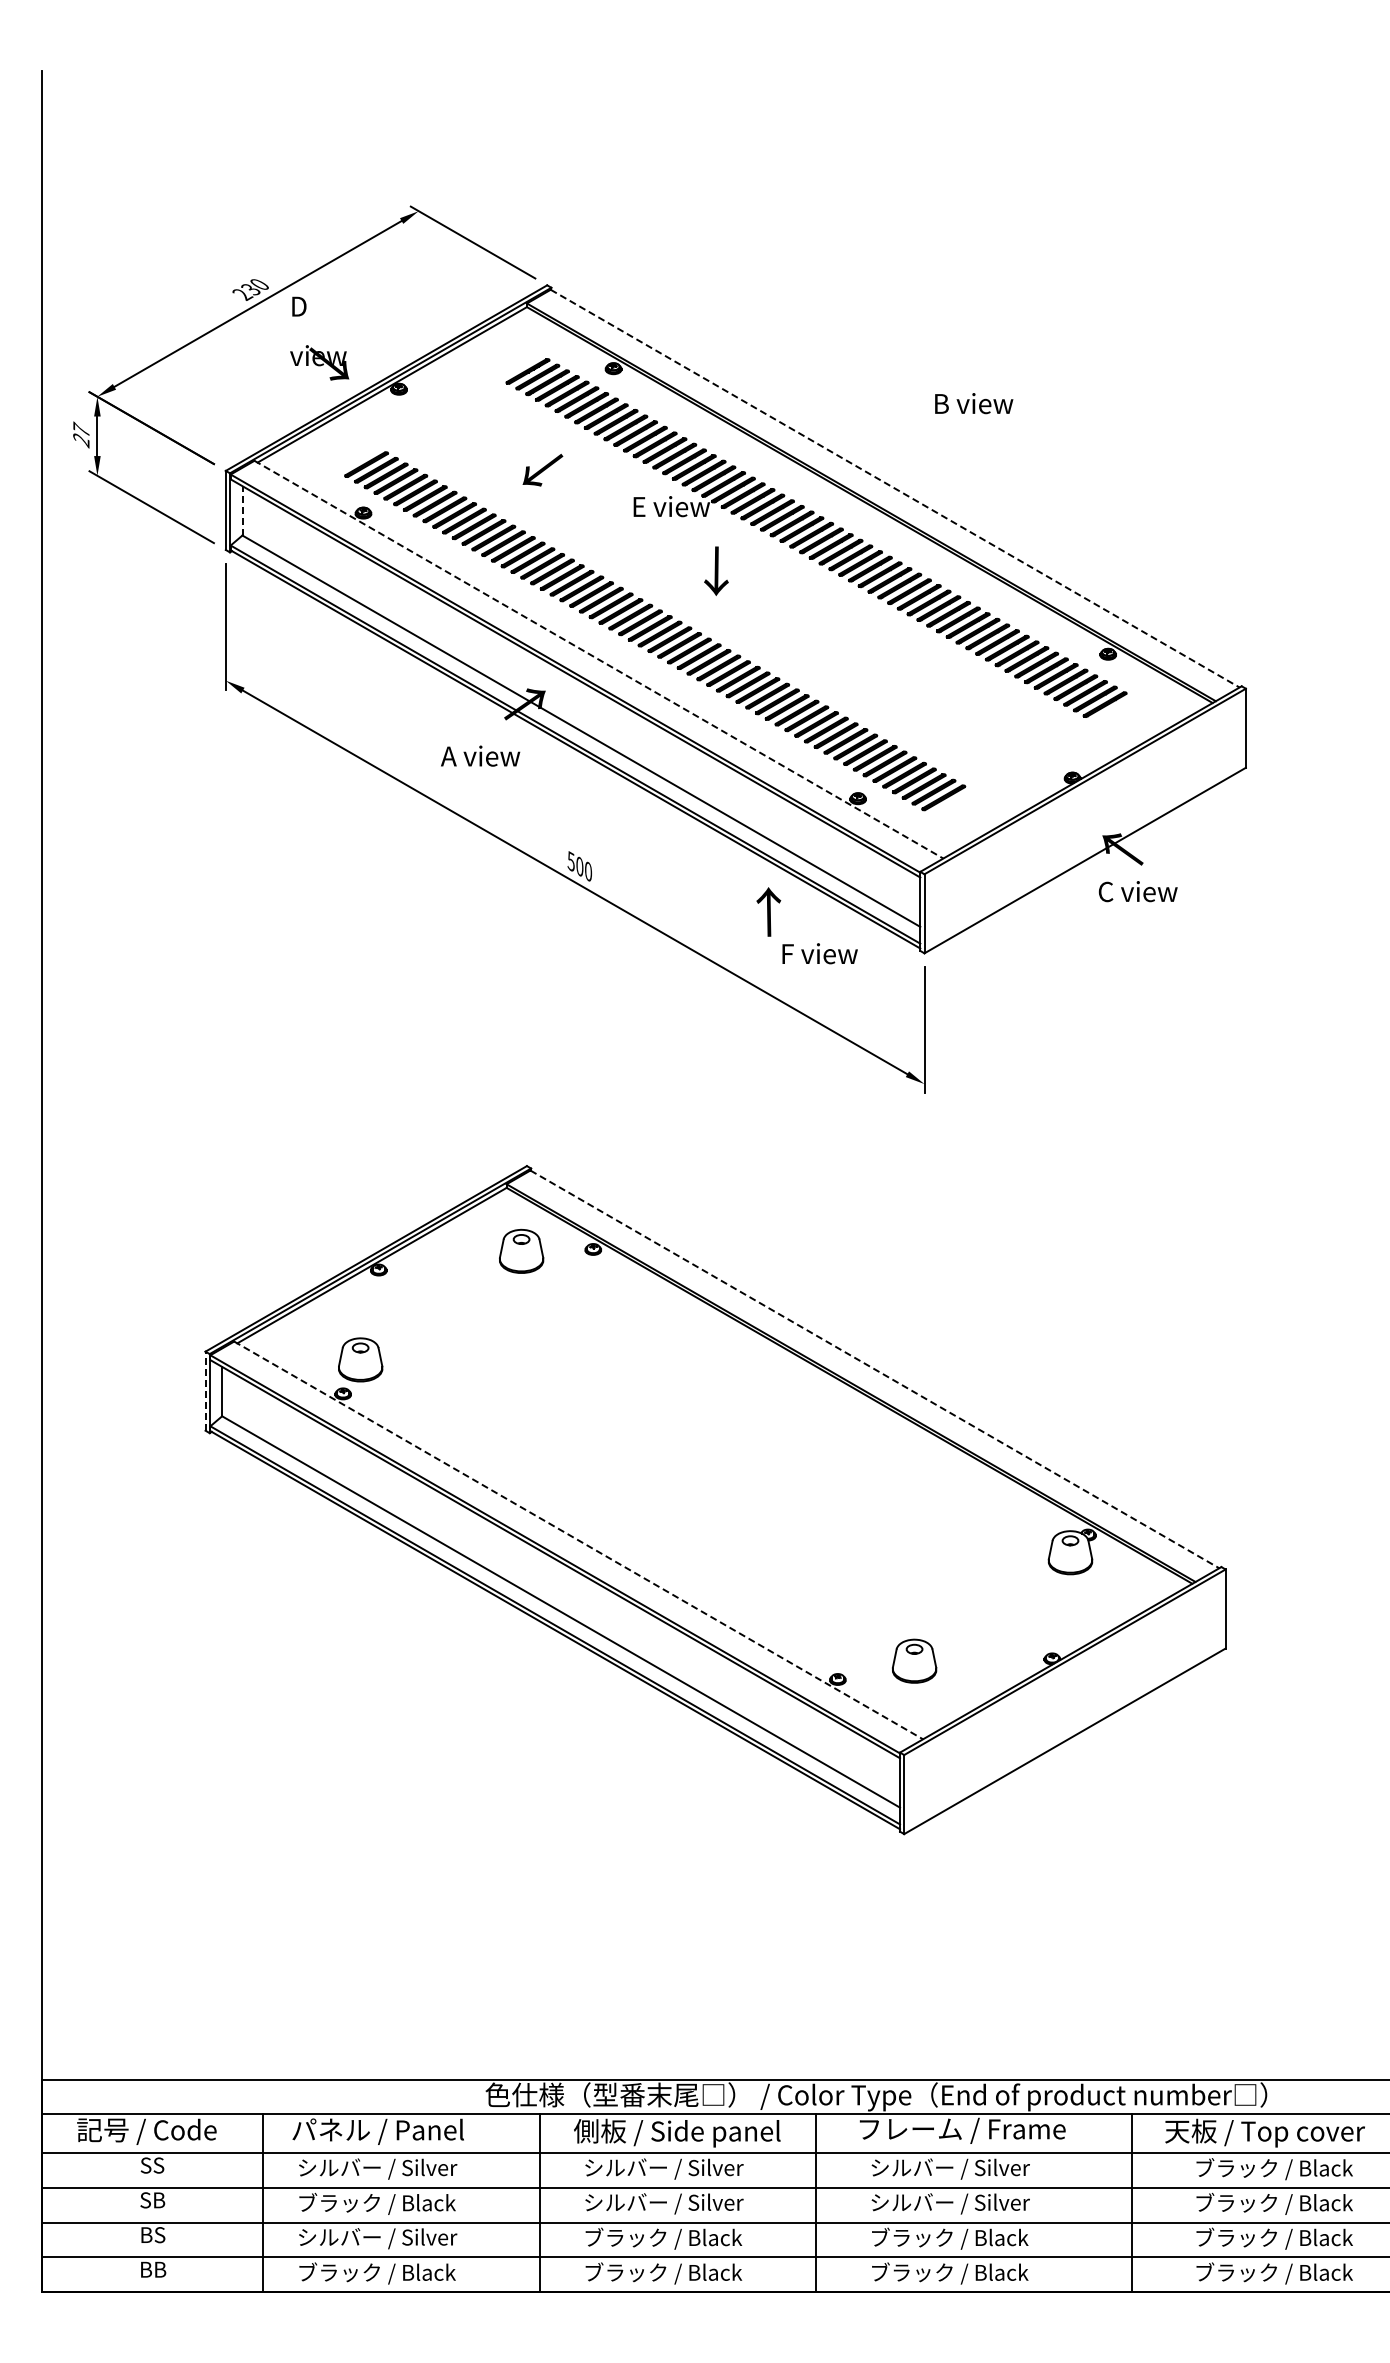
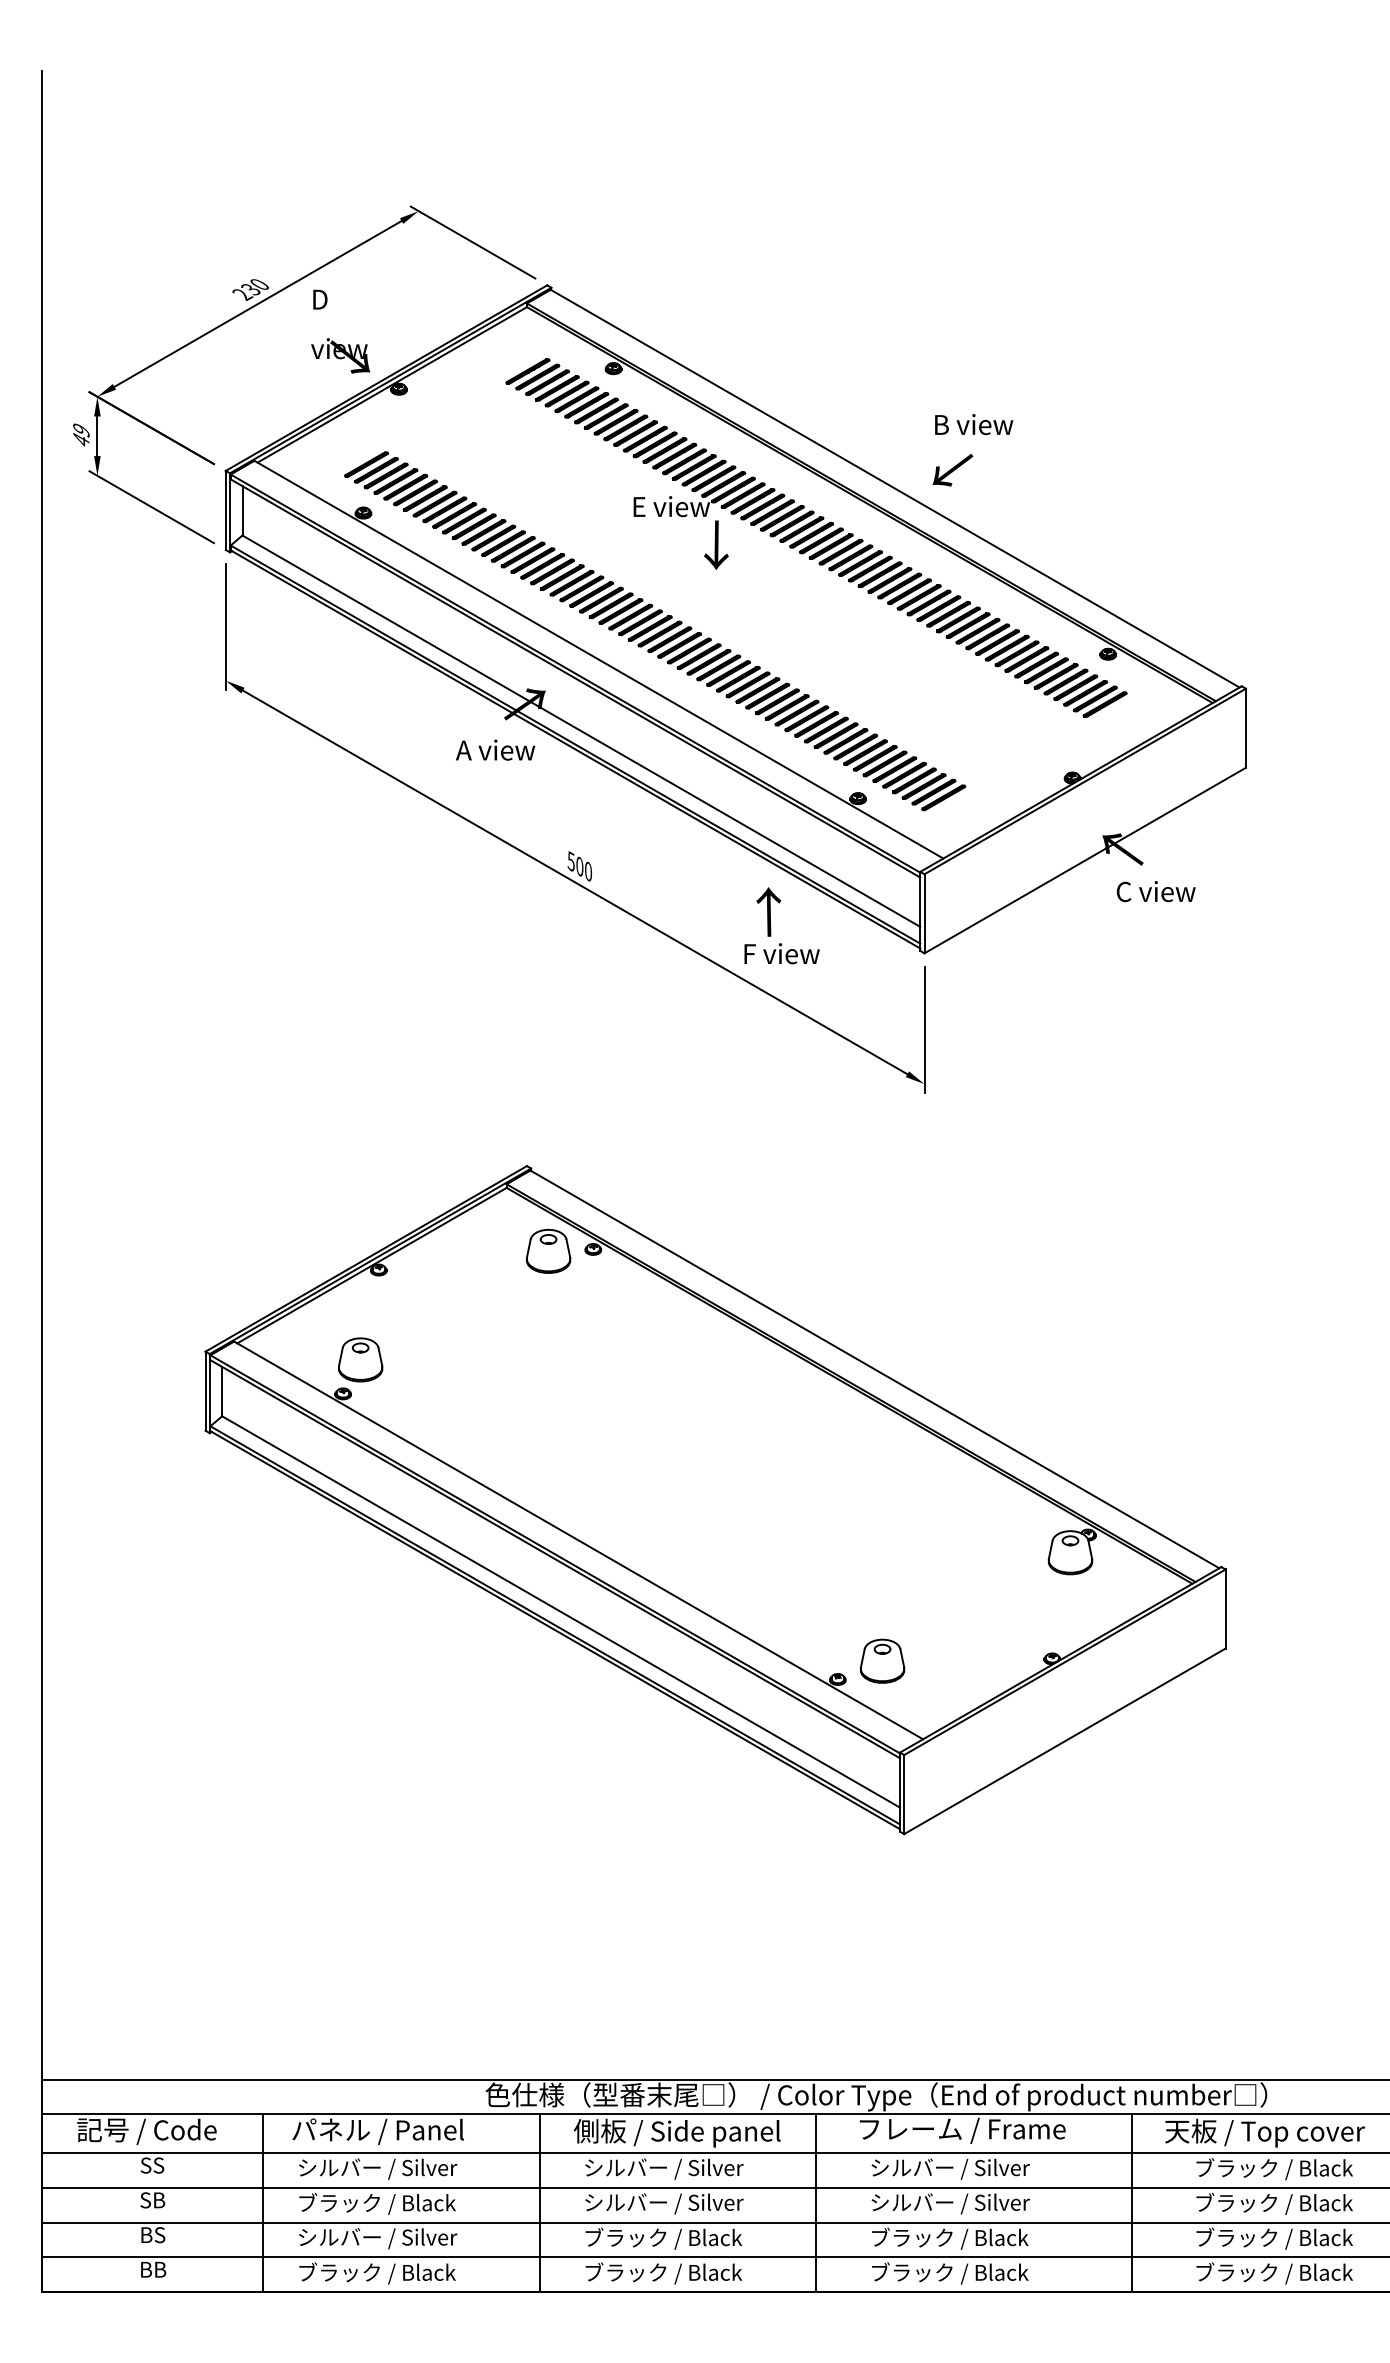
text at (319, 338) position: (319, 338) -> (340, 331)
text at (974, 403) position: (974, 403) -> (974, 424)
text at (81, 434): 27 -> 49
text at (542, 469) position: (542, 469) -> (952, 469)
line at (895, 488): dashed -> solid
line at (242, 510): dashed -> solid
text at (716, 570) position: (716, 570) -> (716, 544)
line at (598, 659): dashed -> solid
text at (480, 755) position: (480, 755) -> (495, 749)
text at (1138, 891) position: (1138, 891) -> (1156, 891)
text at (819, 953) position: (819, 953) -> (781, 953)
part at (521, 1250) position: (521, 1250) -> (548, 1250)
line at (874, 1369): dashed -> solid
line at (205, 1391): dashed -> solid
line at (578, 1540): dashed -> solid
part at (914, 1660) position: (914, 1660) -> (882, 1660)
